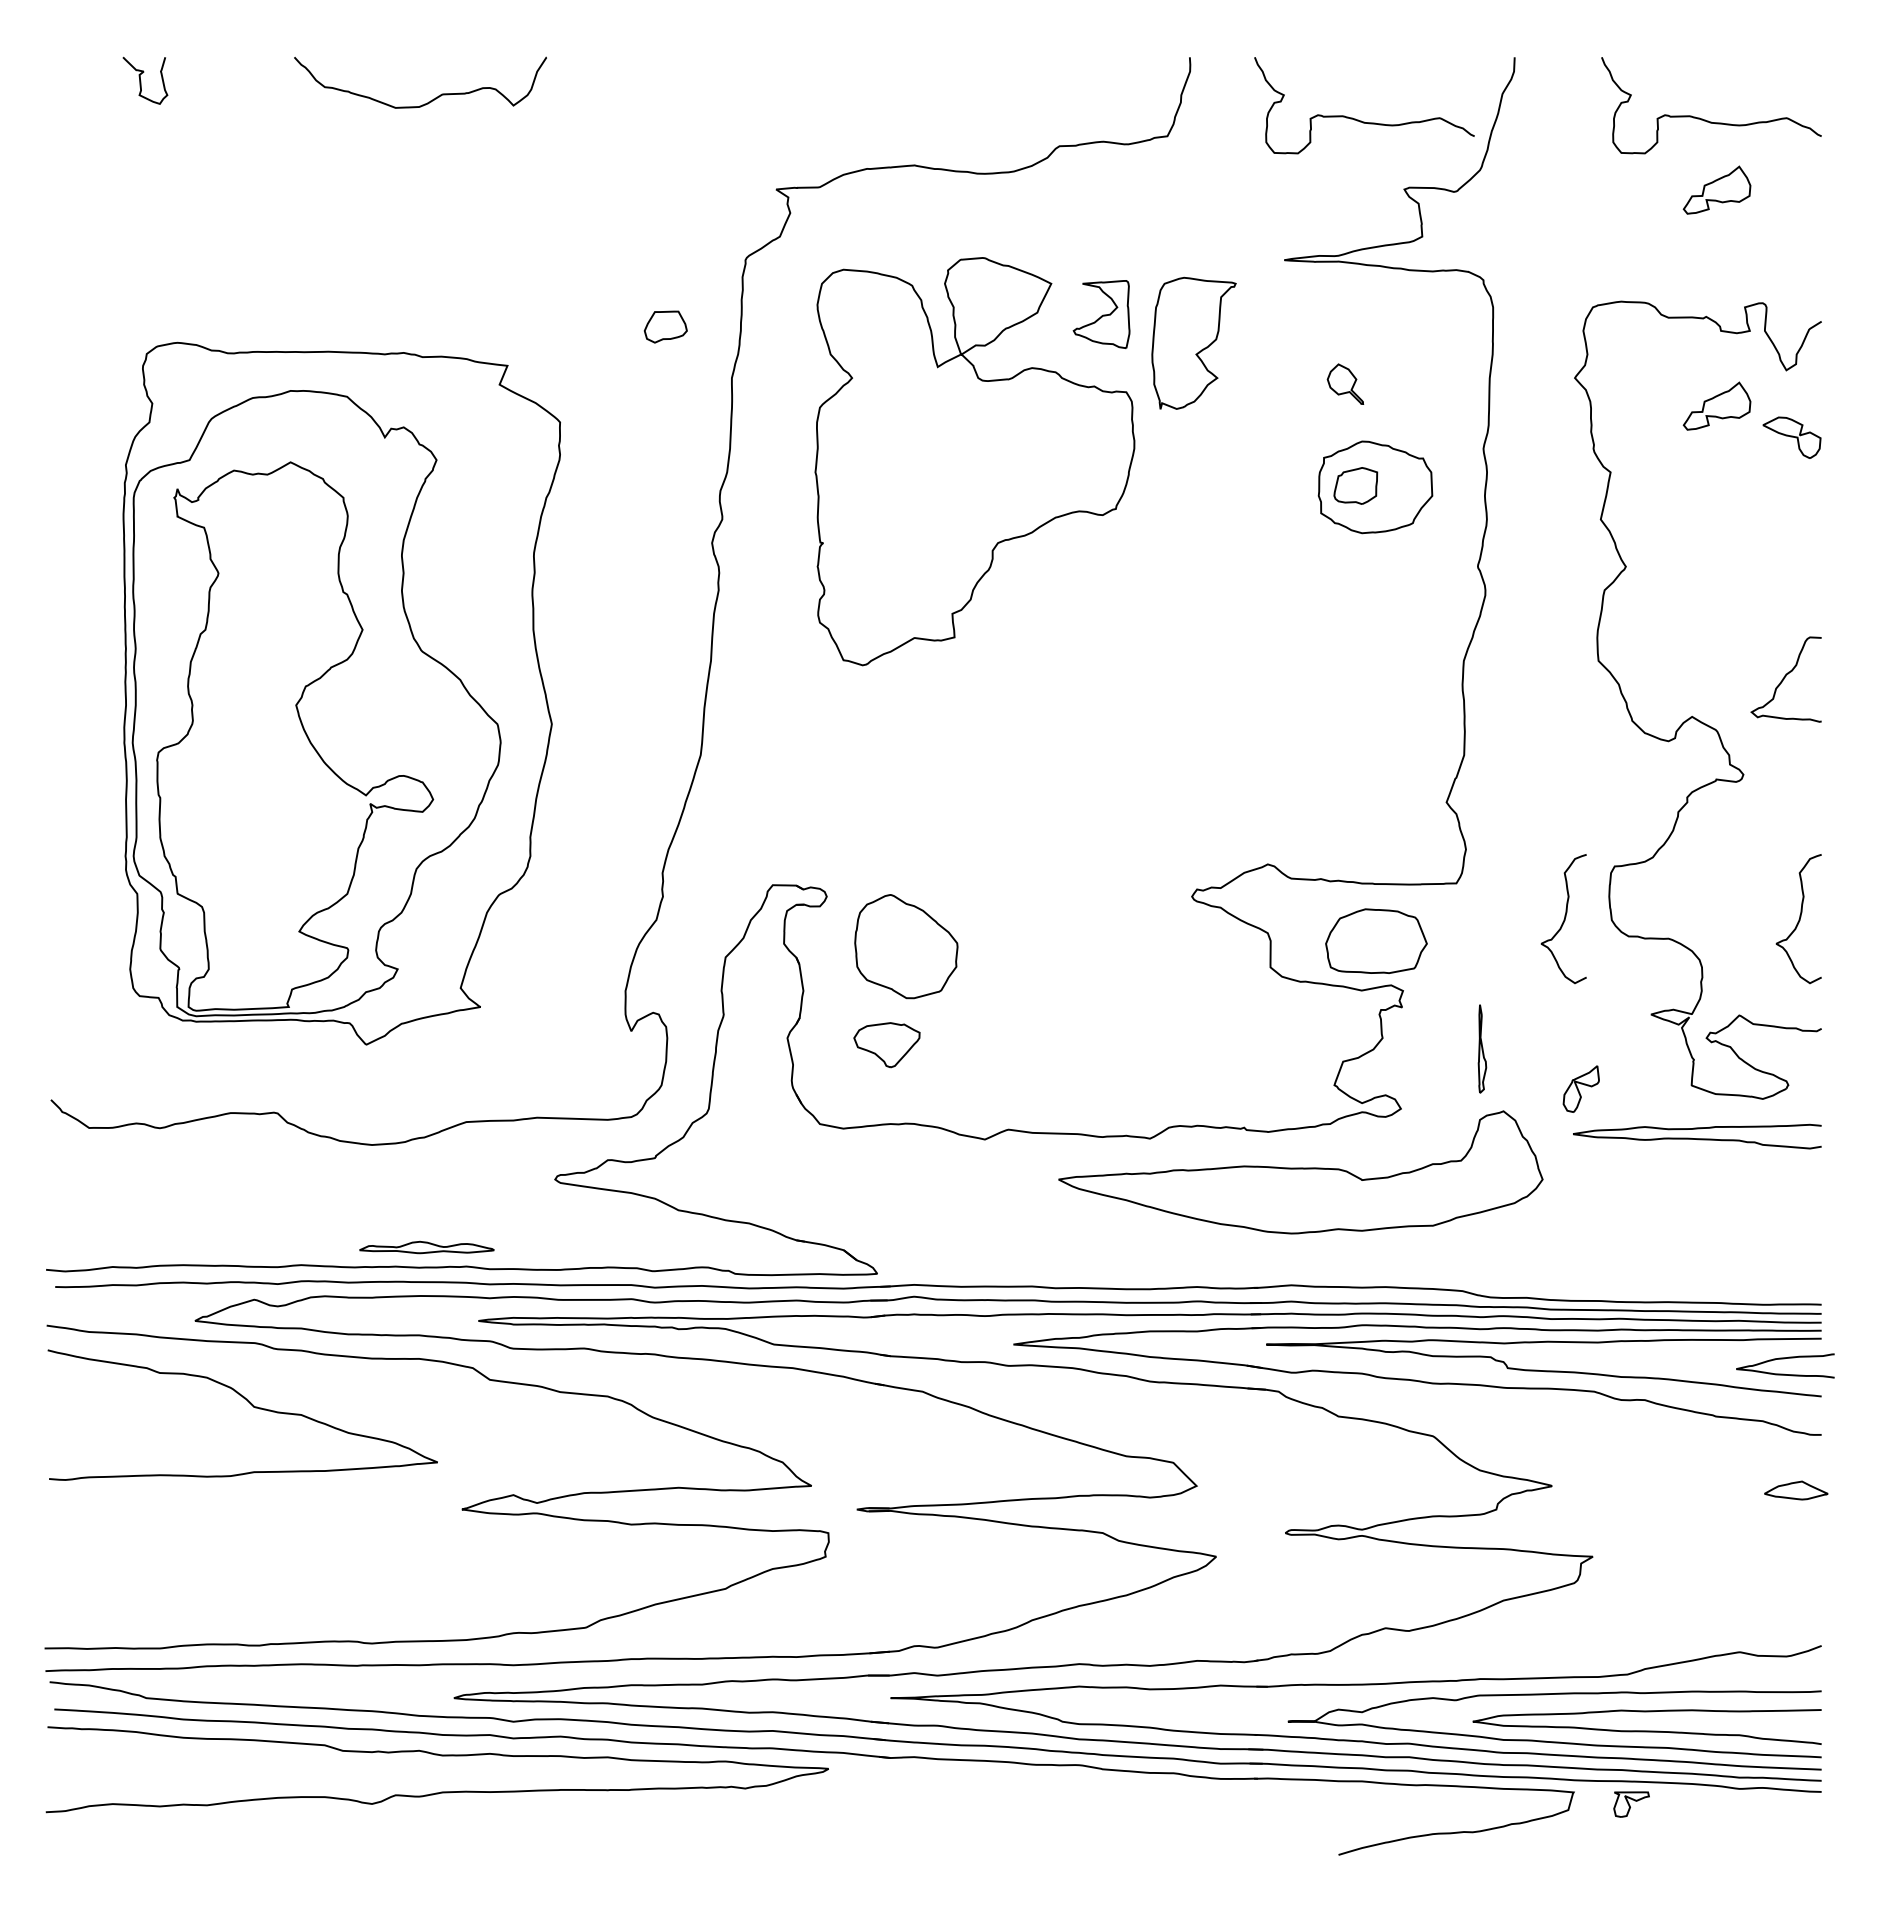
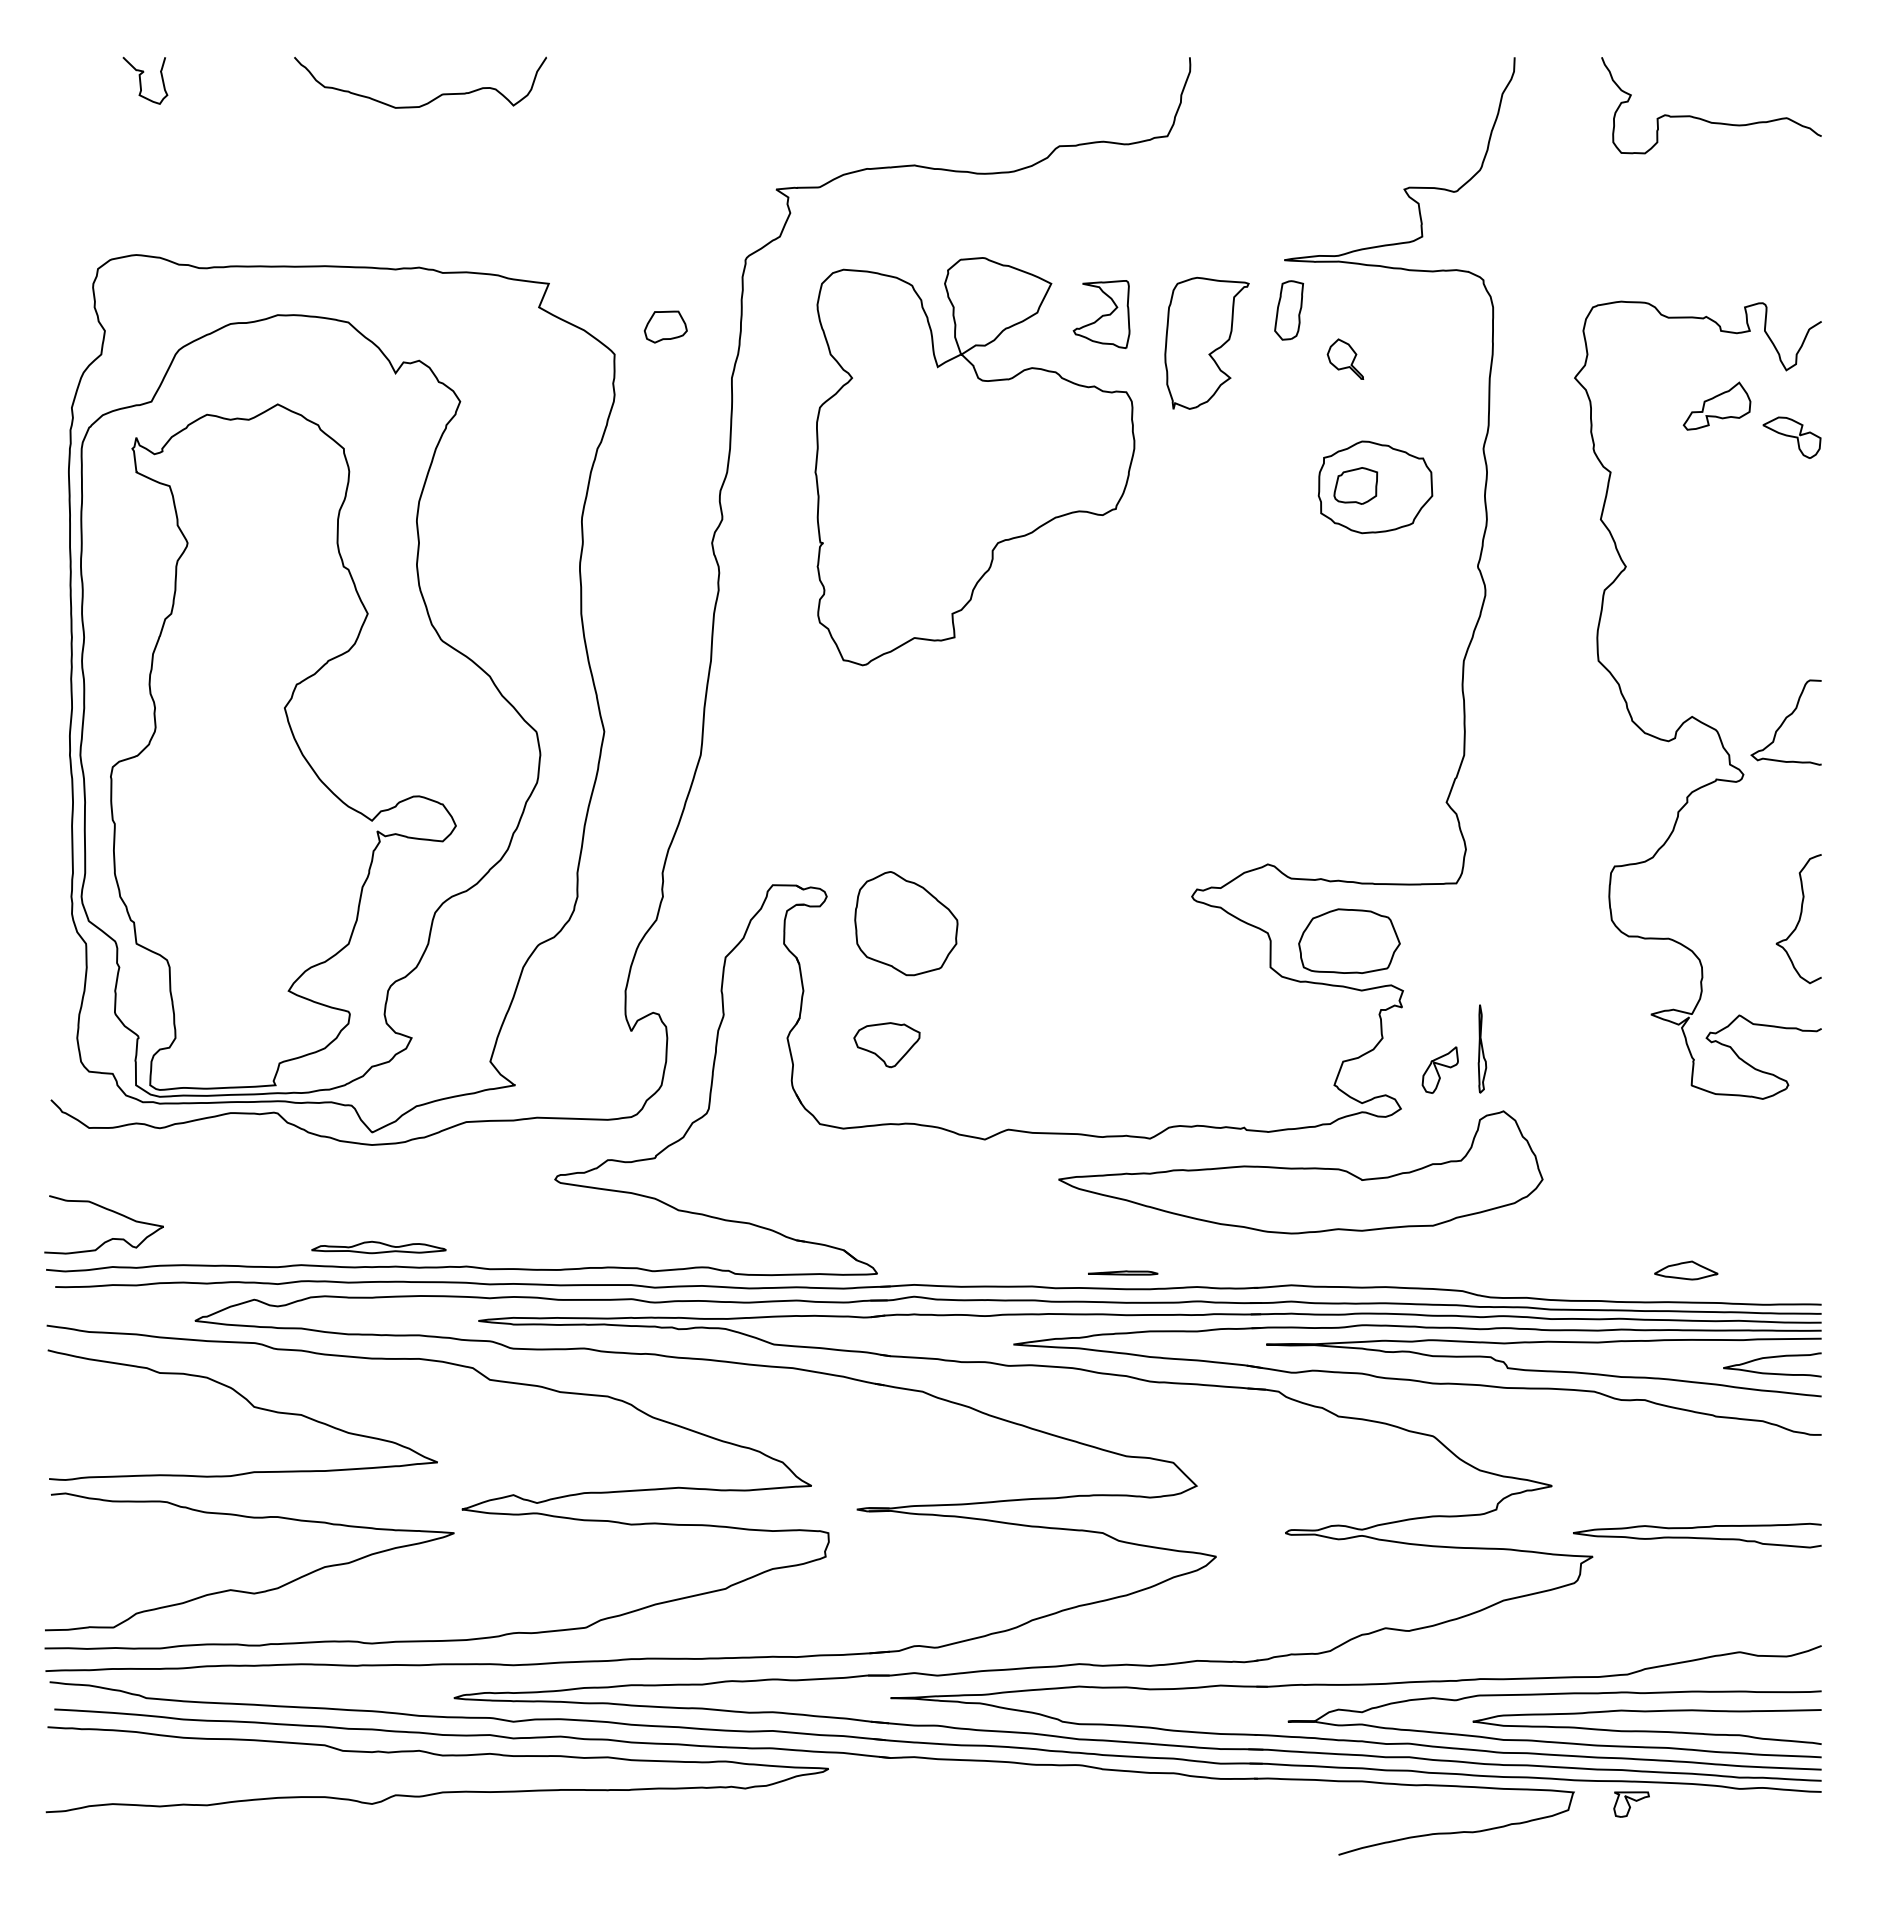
curve at (1358, 119): present -> none
part at (1716, 189): present -> none
part at (1289, 310): none -> present
part at (1193, 342) position: (1193, 342) -> (1206, 342)
part at (1345, 383) position: (1345, 383) -> (1345, 358)
curve at (1784, 679) position: (1784, 679) -> (1784, 722)
part at (341, 693) size: 439x705 px -> 548x880 px
curve at (1563, 919): present -> none
part at (1376, 940) position: (1376, 940) -> (1349, 940)
part at (906, 946) position: (906, 946) -> (906, 923)
part at (1580, 1088) position: (1580, 1088) -> (1439, 1069)
curve at (1697, 1138) position: (1697, 1138) -> (1697, 1537)
curve at (107, 1210): none -> present
part at (426, 1247) position: (426, 1247) -> (378, 1247)
part at (1123, 1272): none -> present
curve at (1784, 1359) position: (1784, 1359) -> (1771, 1358)
part at (1796, 1490) position: (1796, 1490) -> (1686, 1270)
curve at (242, 1590): none -> present
